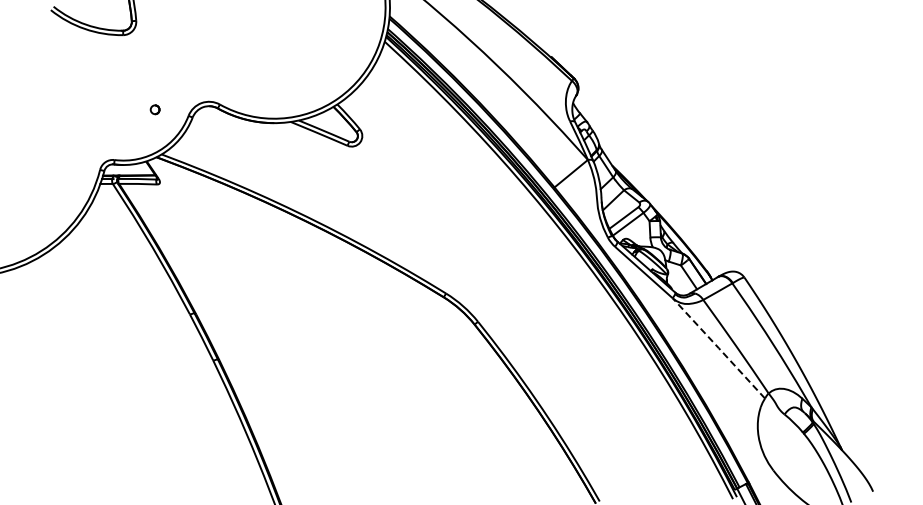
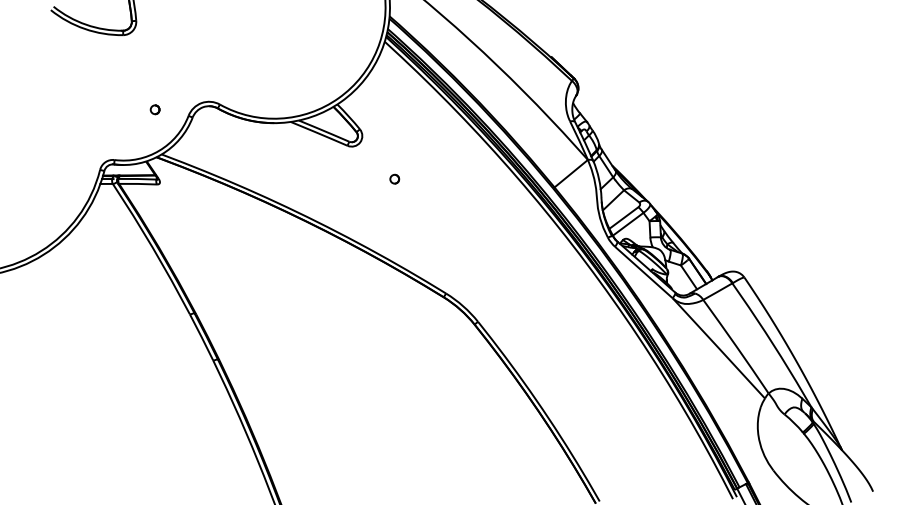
part at (394, 178): none -> present
line at (718, 348): dashed -> solid
